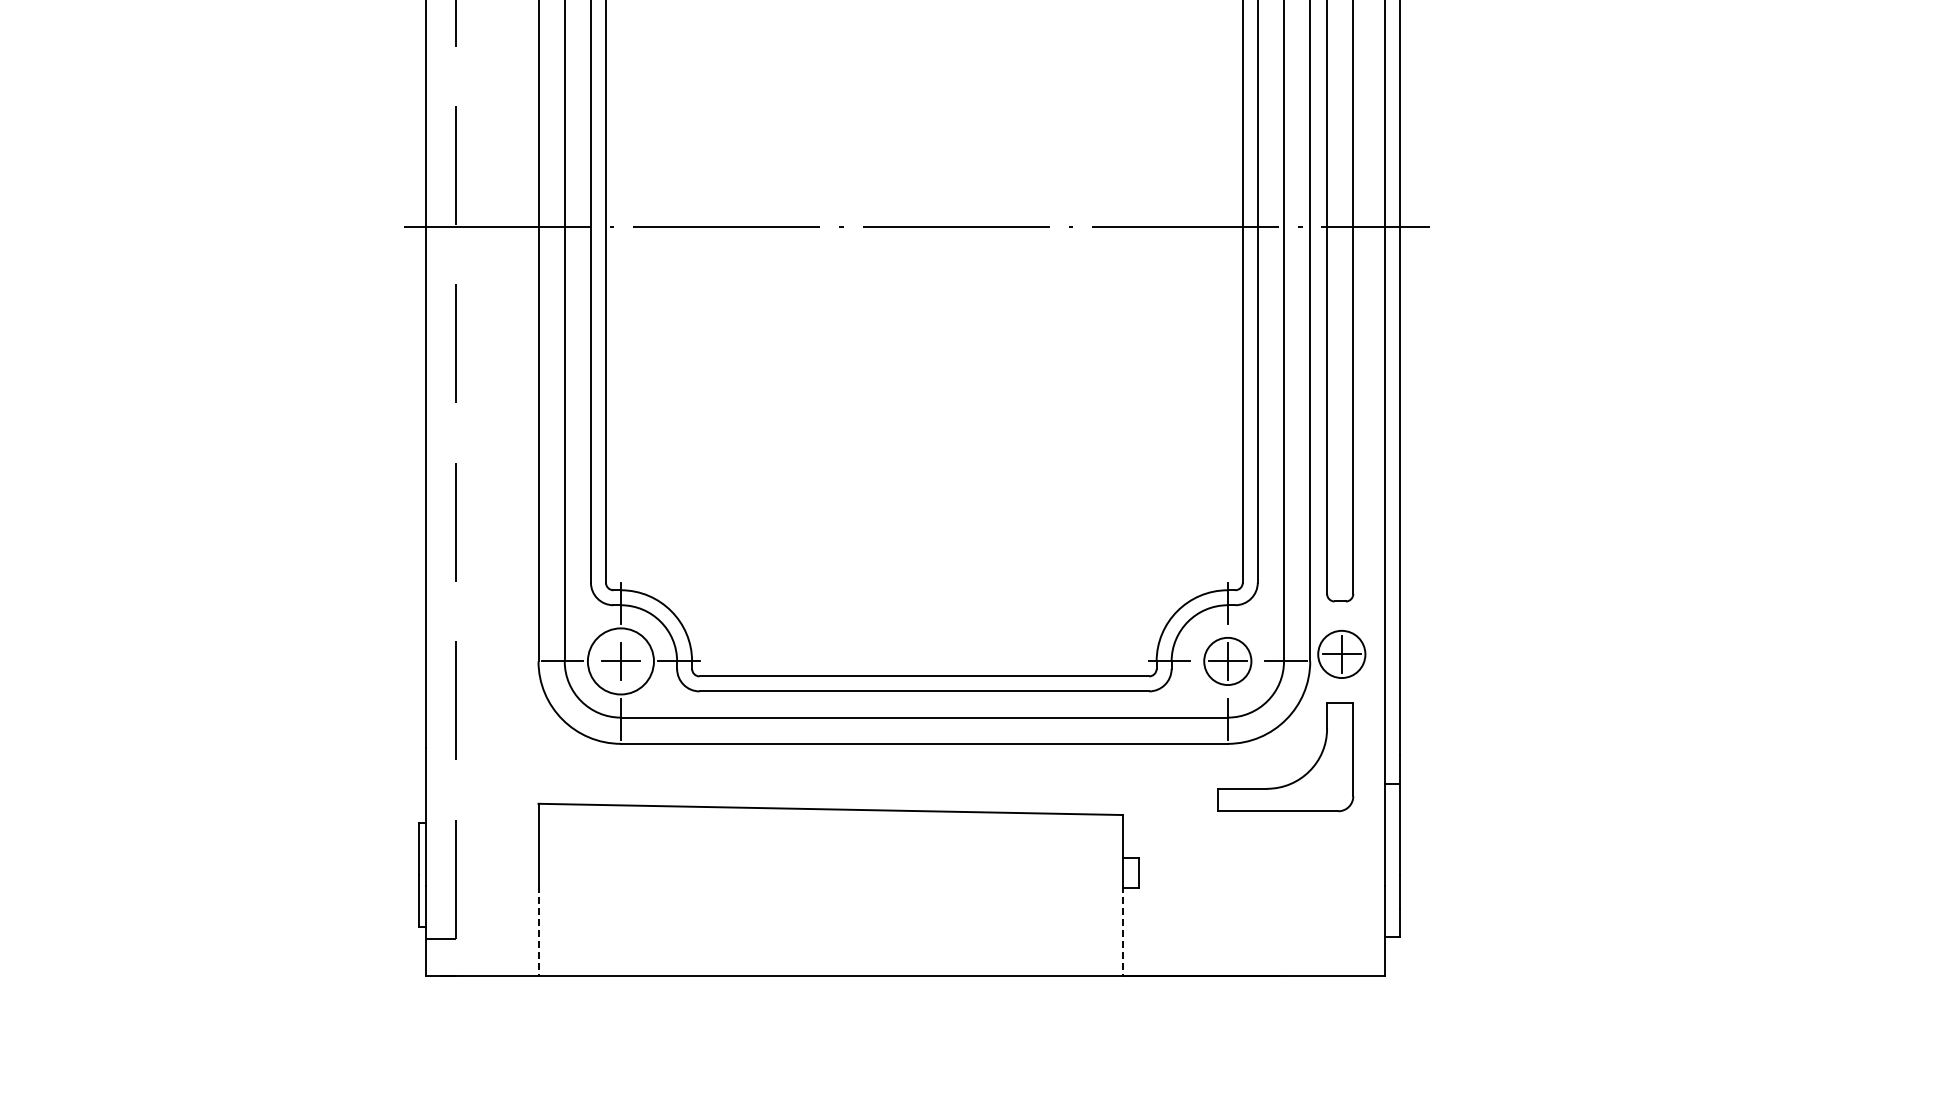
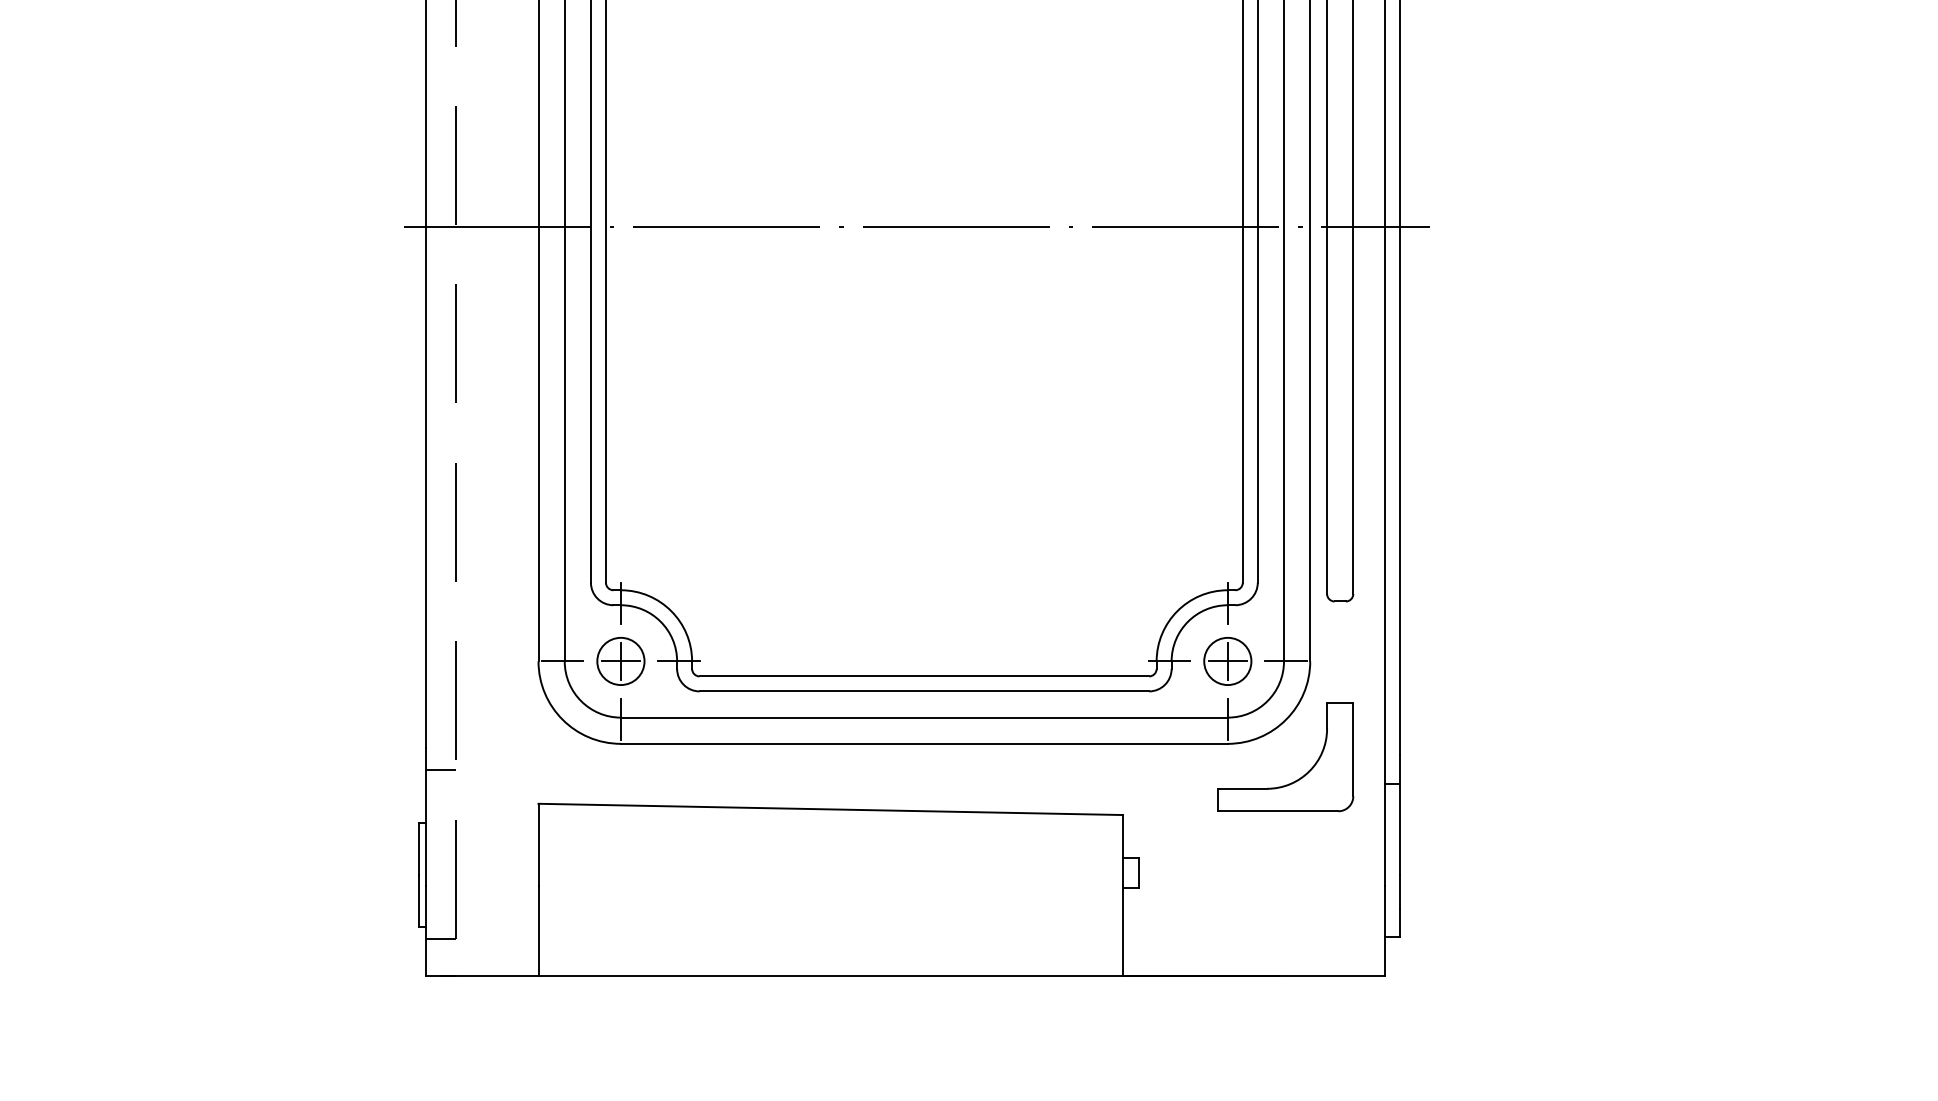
part at (1341, 654): present -> none
circle at (620, 661) diameter: 66 px -> 47 px
line at (441, 770): none -> present
line at (538, 931): dashed -> solid
line at (1122, 931): dashed -> solid
